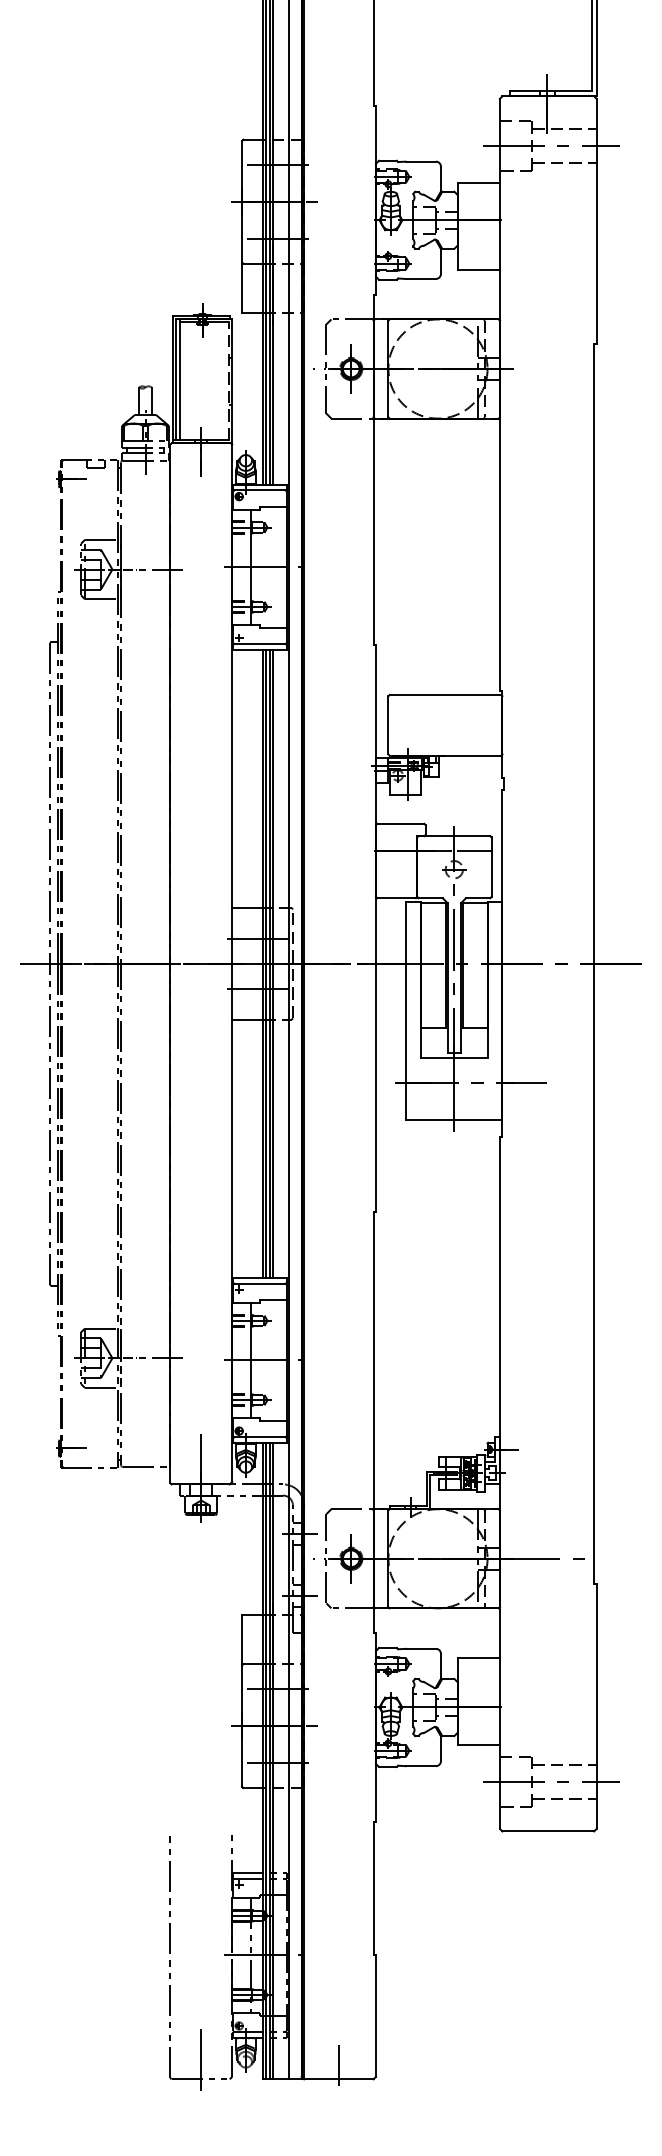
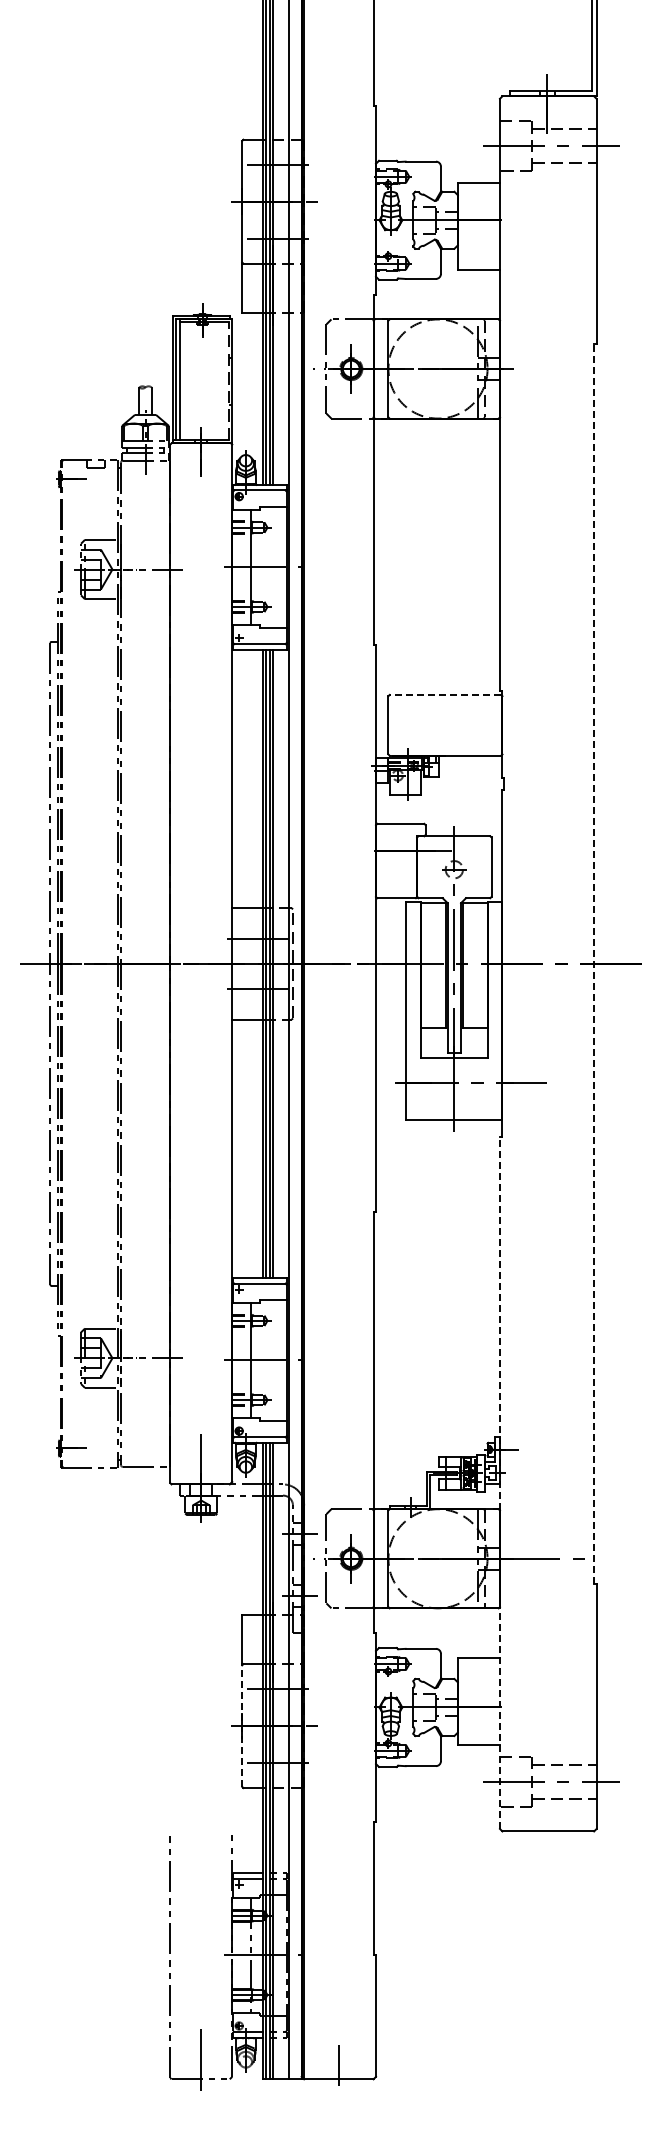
line at (445, 694): solid -> dashed
line at (474, 851): present -> none
line at (594, 963): solid -> dashed
line at (499, 1483): solid -> dashed
line at (242, 1726): solid -> dashed
